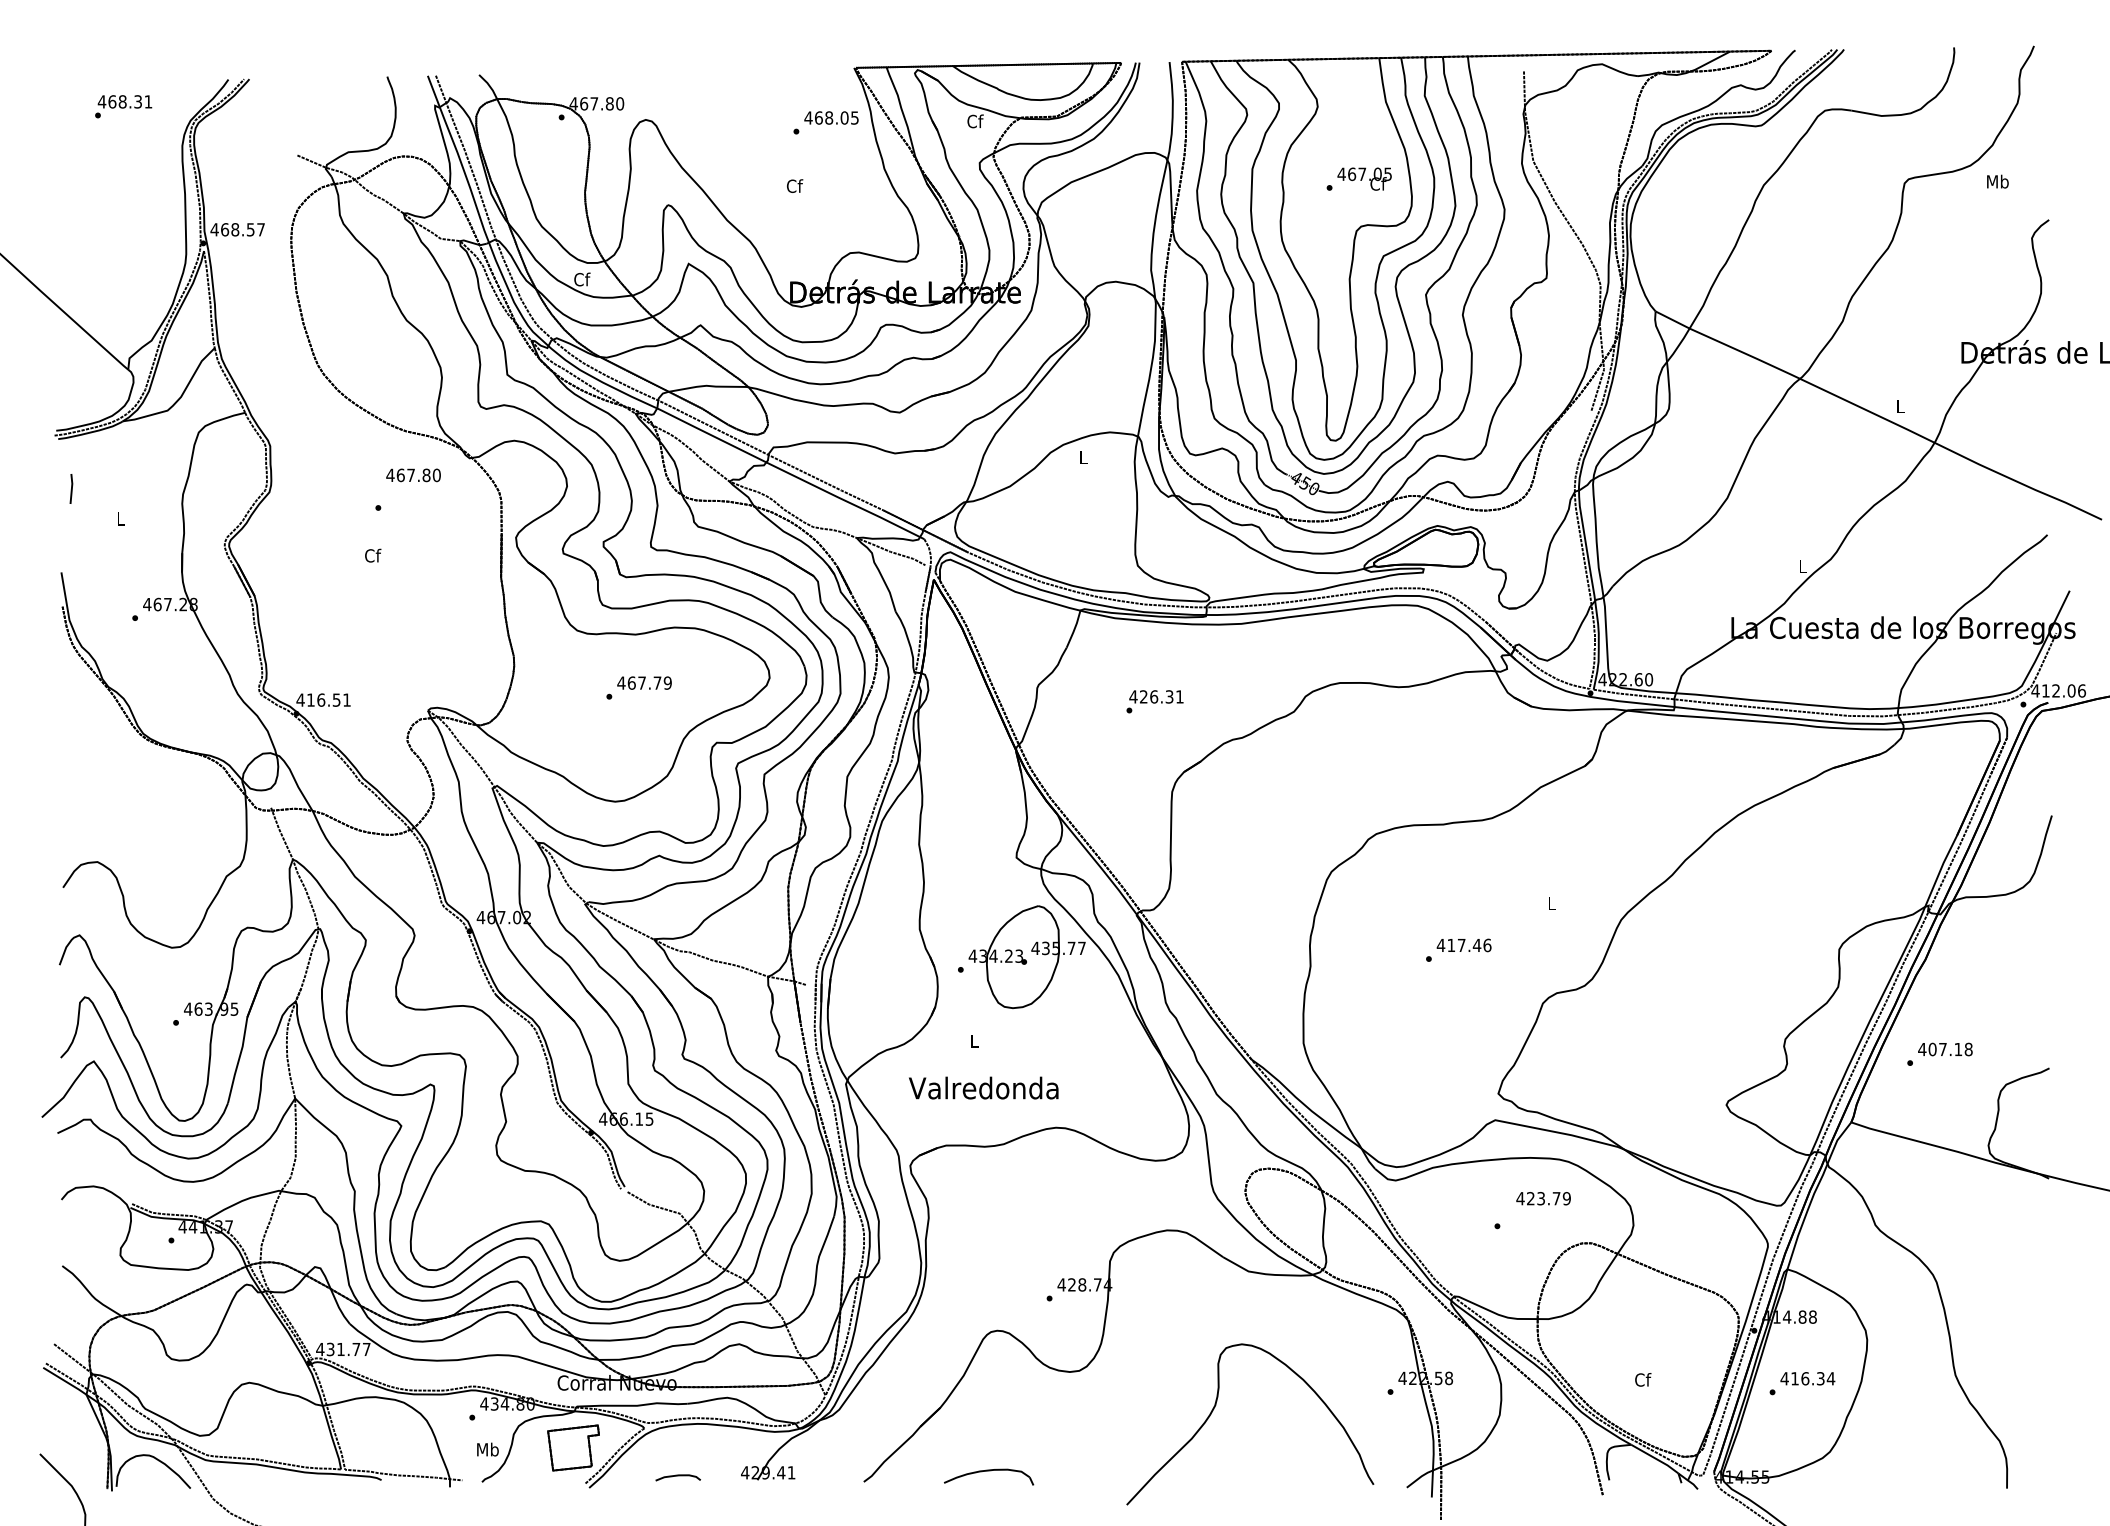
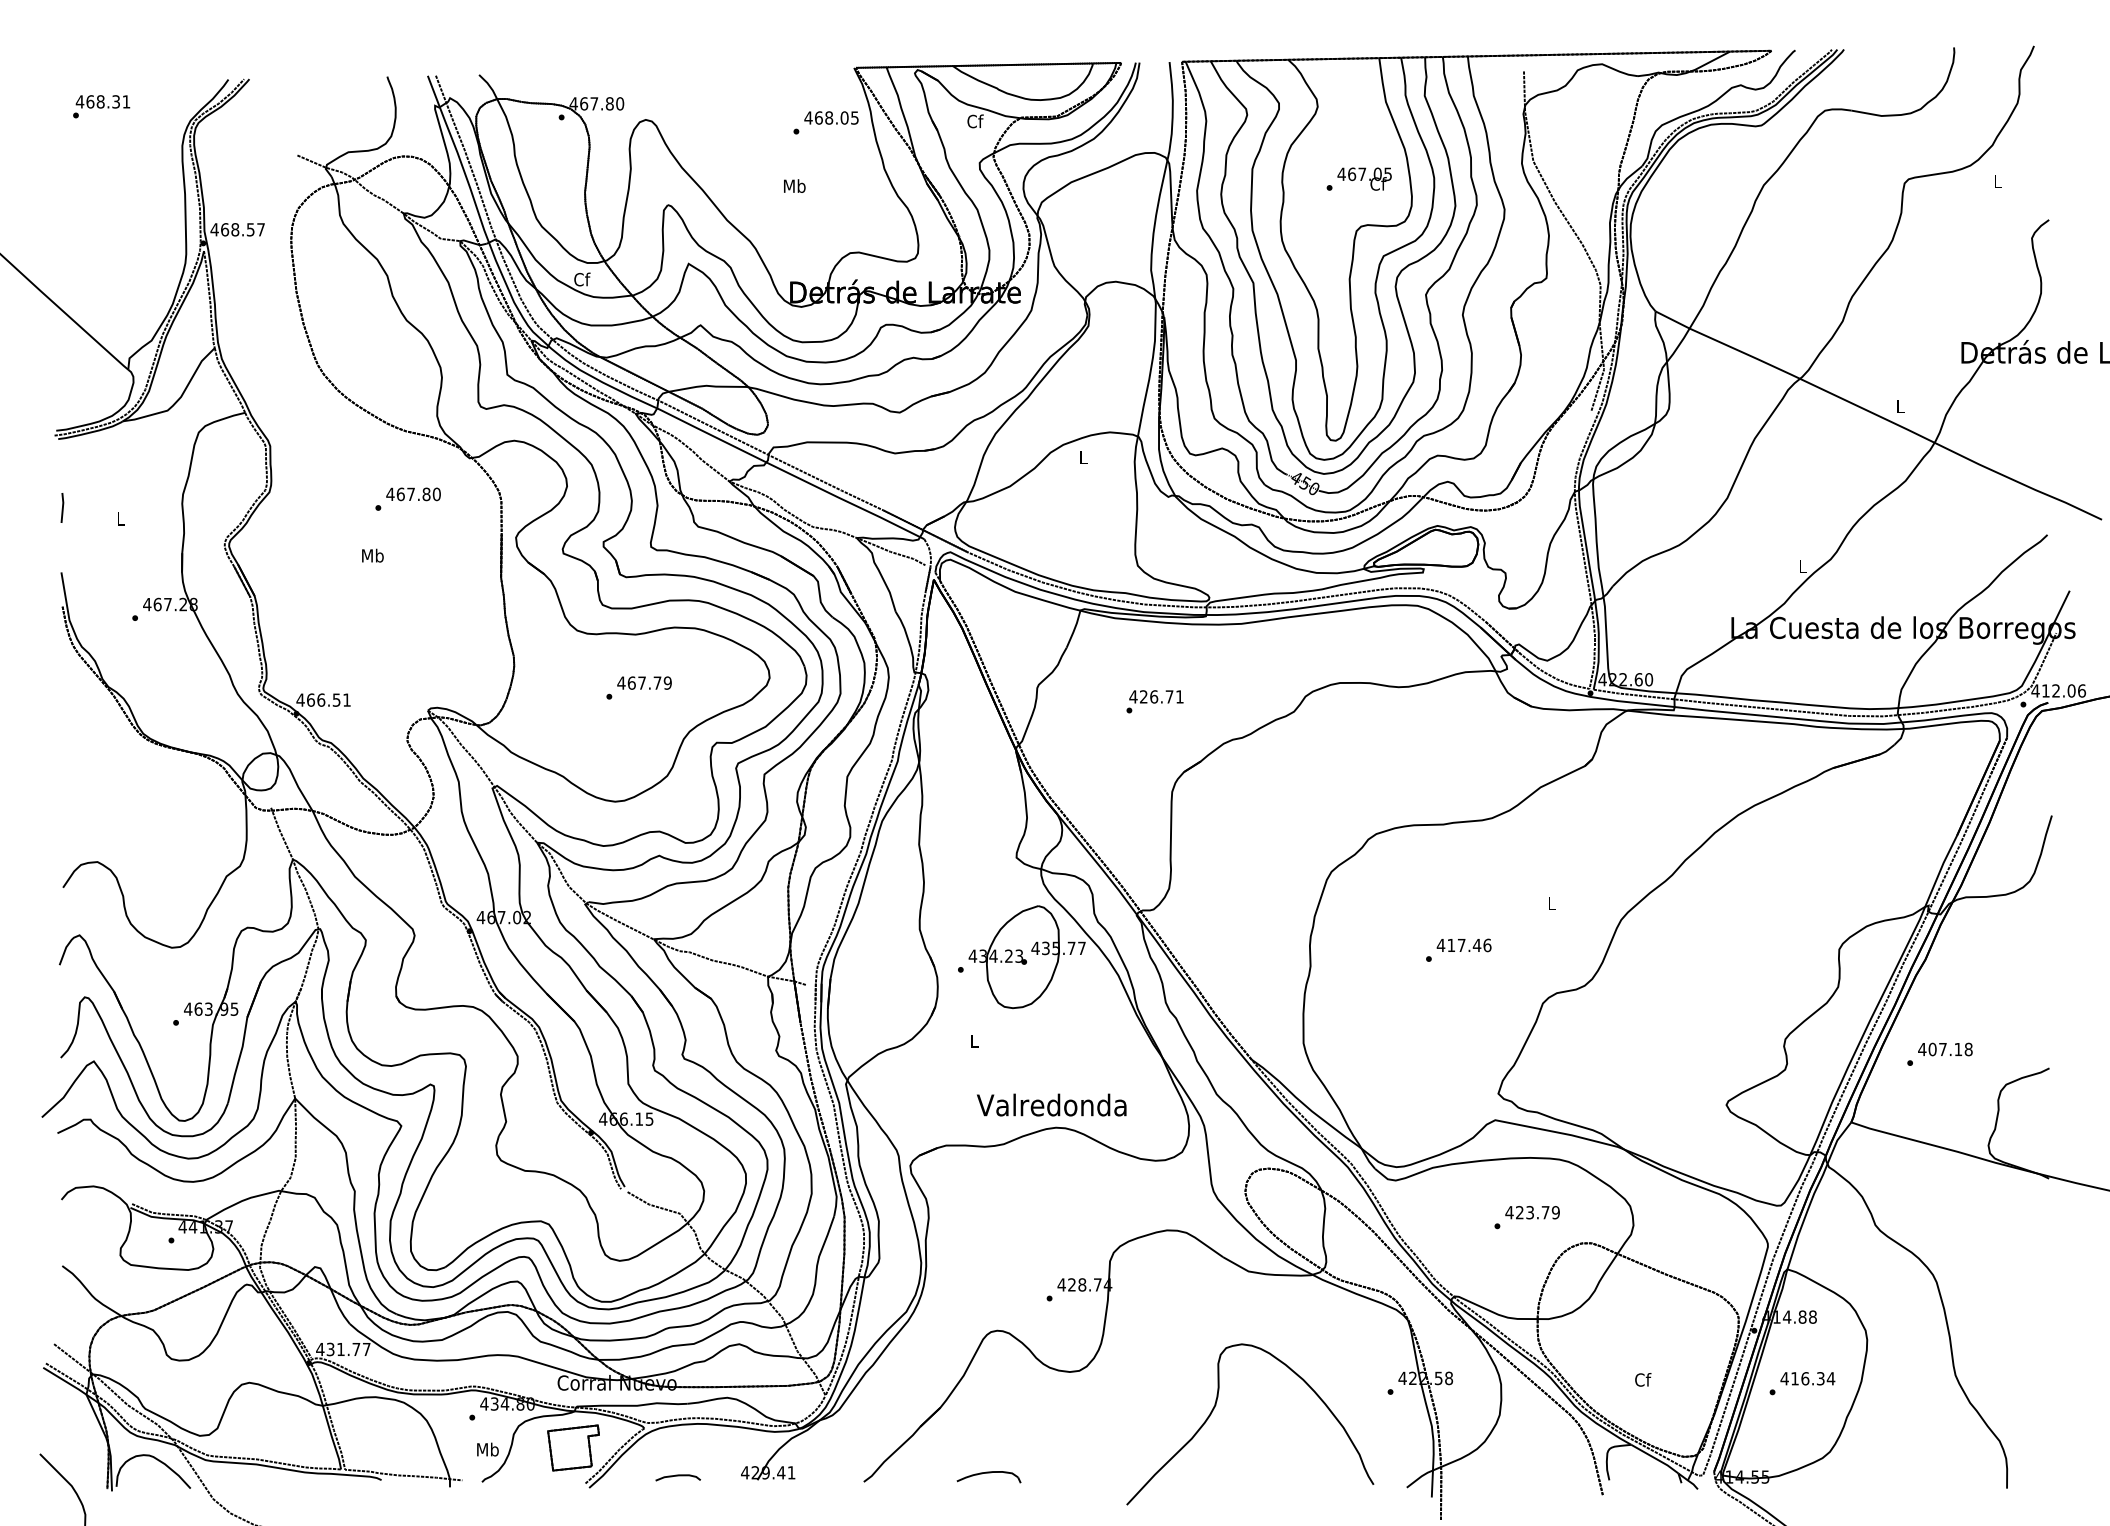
text at (123, 106) position: (123, 106) -> (101, 106)
text at (1997, 181): Mb -> L
text at (794, 185): Cf -> Mb
text at (413, 475) position: (413, 475) -> (413, 494)
line at (71, 488) position: (71, 488) -> (62, 507)
text at (372, 555): Cf -> Mb
text at (1169, 696): 426.31 -> 426.71
text at (311, 699): 416.51 -> 466.51
text at (983, 1087) position: (983, 1087) -> (1051, 1104)
text at (1543, 1198) position: (1543, 1198) -> (1532, 1212)
part at (989, 1476) size: 91x18 px -> 66x13 px
